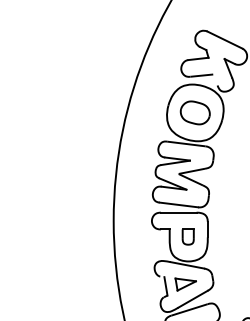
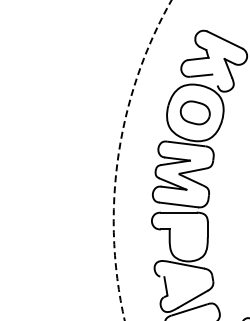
circle at (142, 160): solid -> dashed
part at (187, 236): present -> none
part at (185, 284): present -> none
